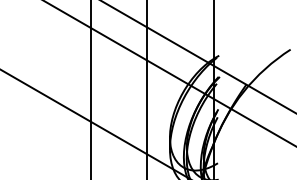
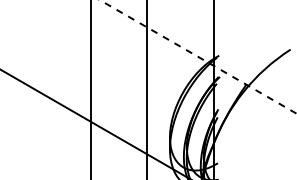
line at (198, 56): solid -> dashed
line at (169, 73): present -> none
